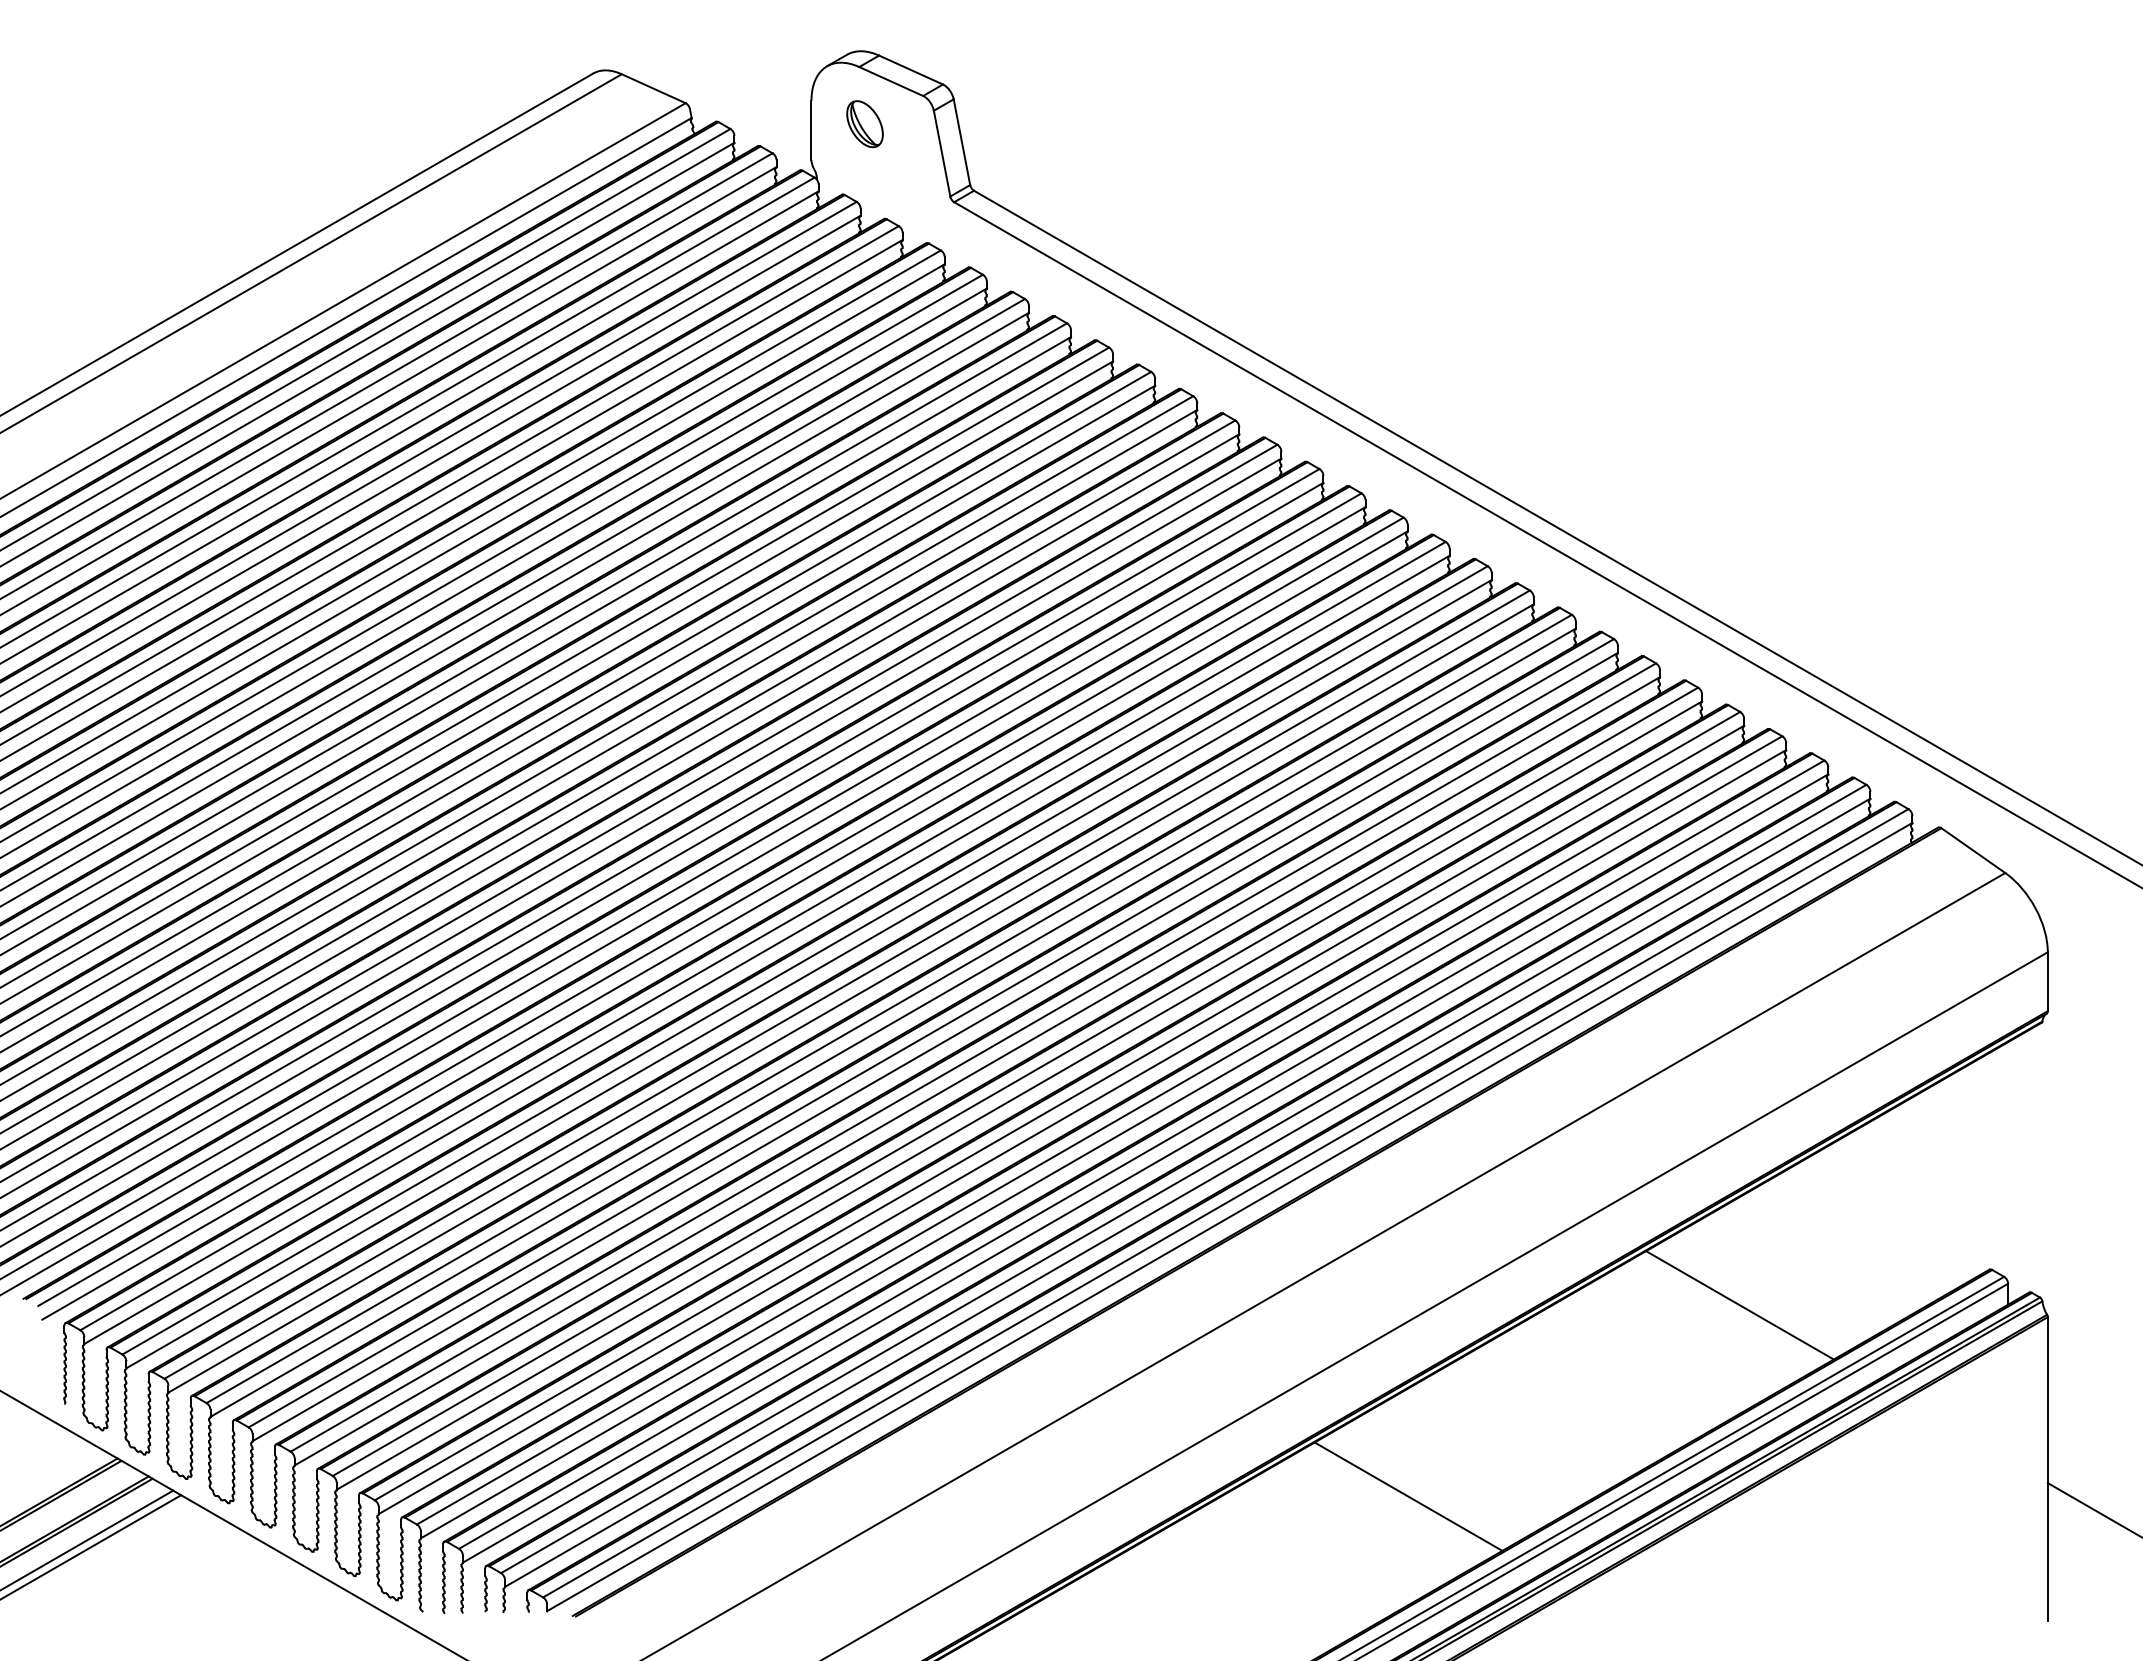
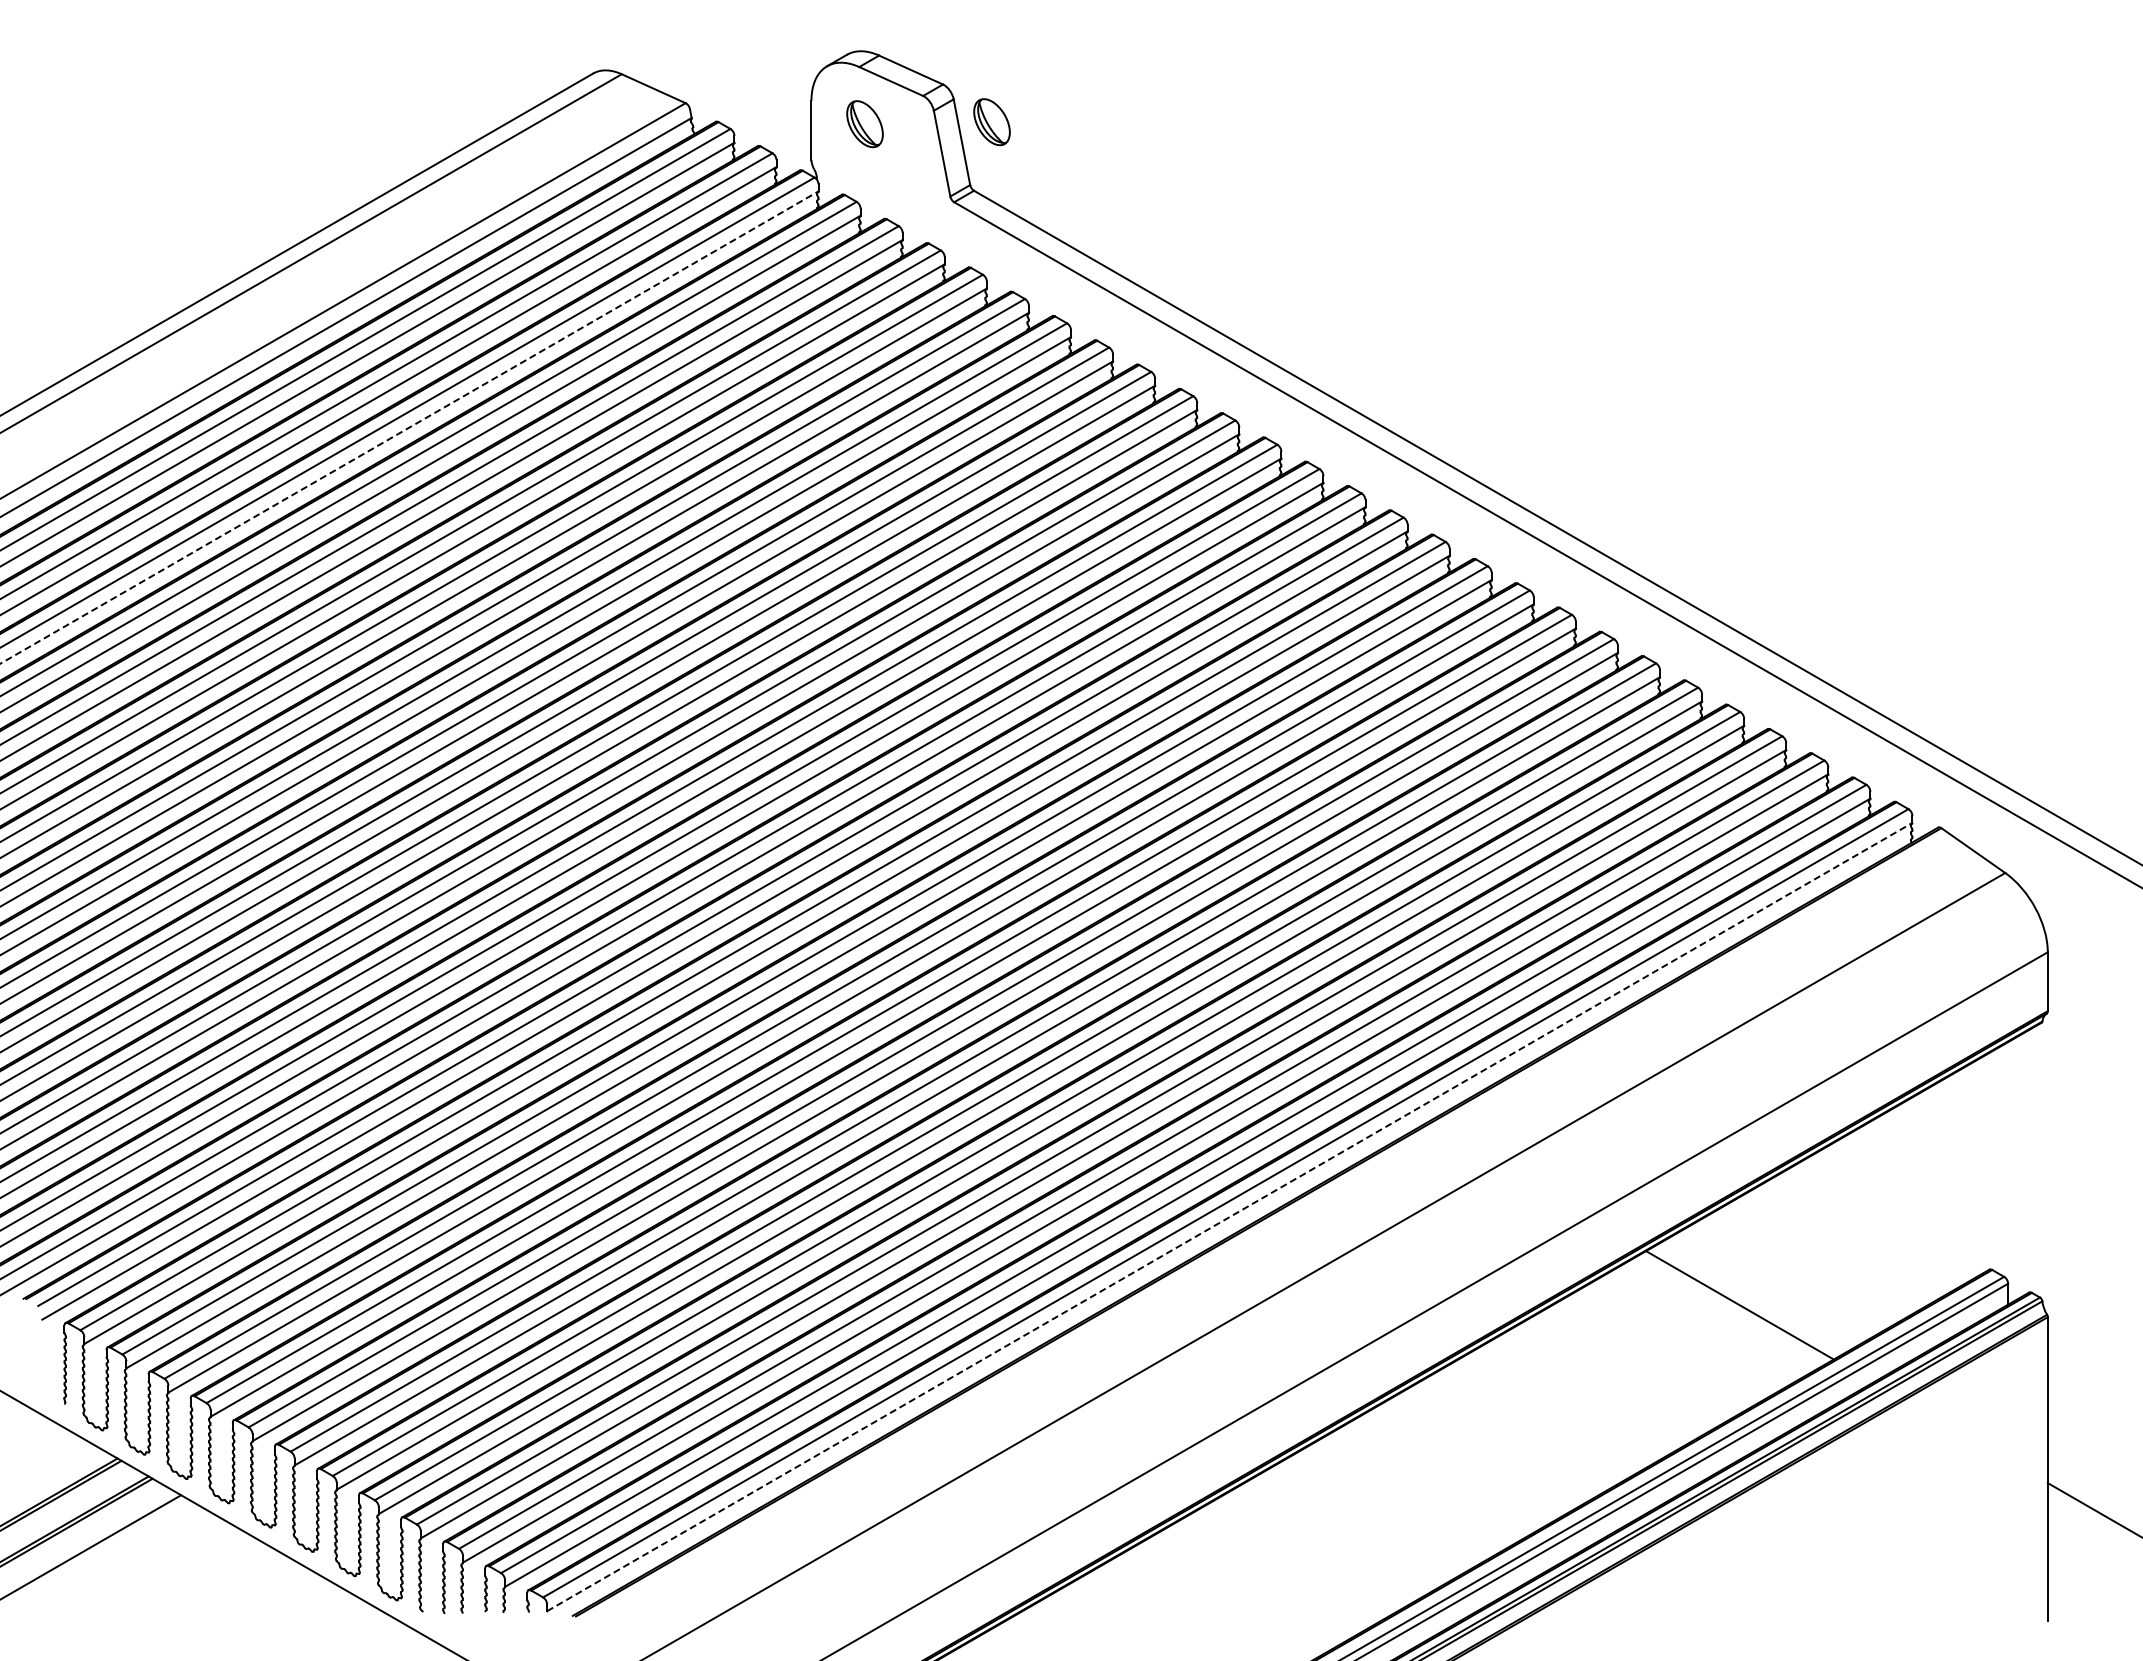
part at (991, 122): none -> present
line at (409, 427): solid -> dashed
line at (1230, 1216): solid -> dashed
line at (1408, 1496): present -> none
line at (87, 1539): present -> none
